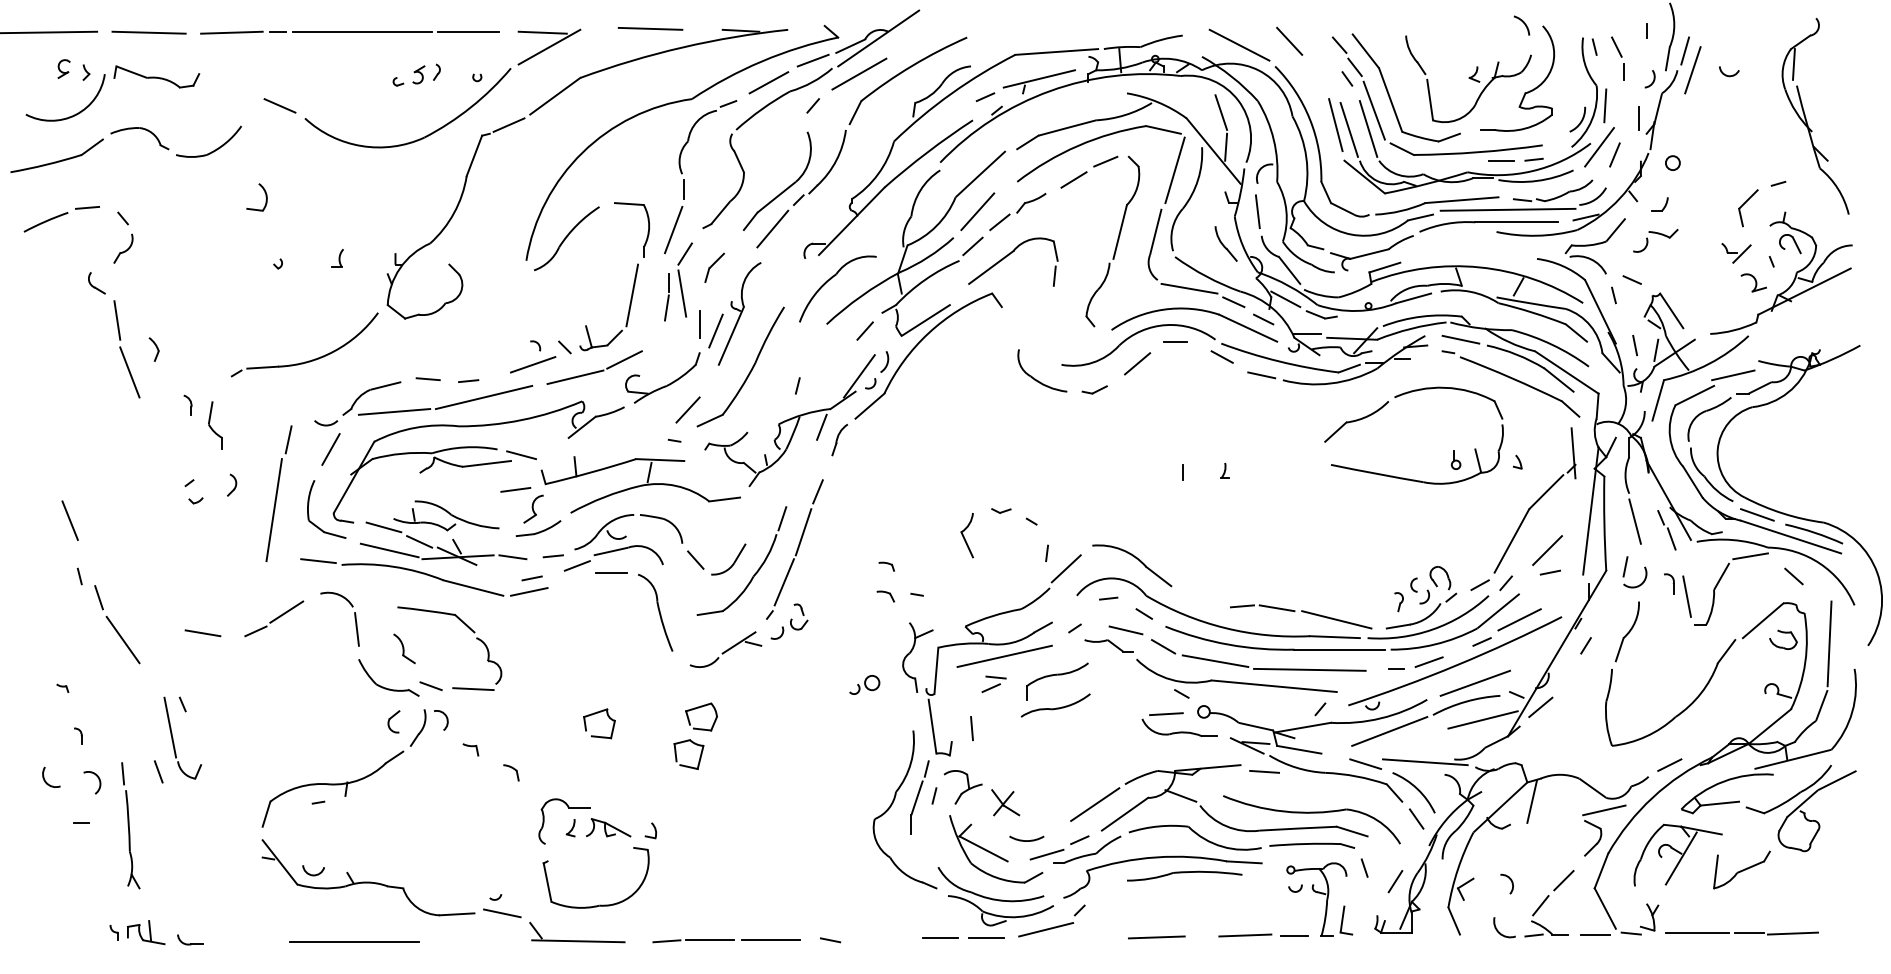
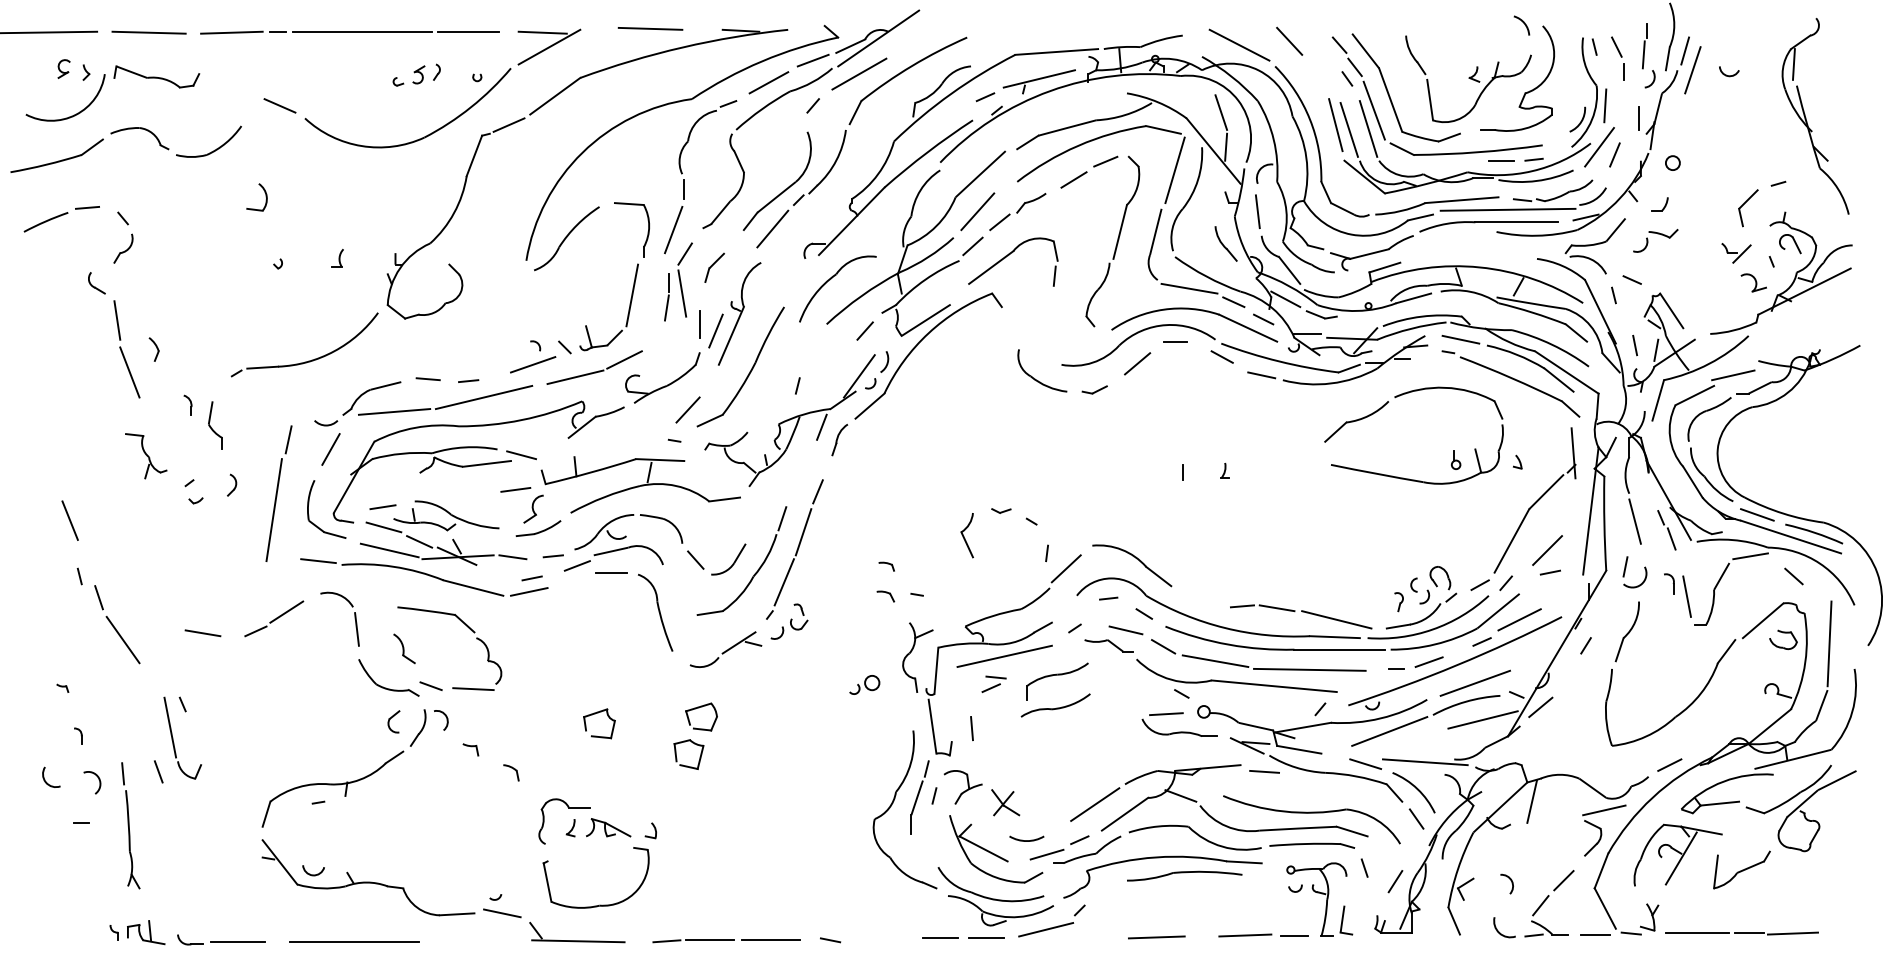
line at (1643, 54): none -> present
part at (146, 456): none -> present
line at (382, 506): none -> present
line at (237, 942): none -> present
